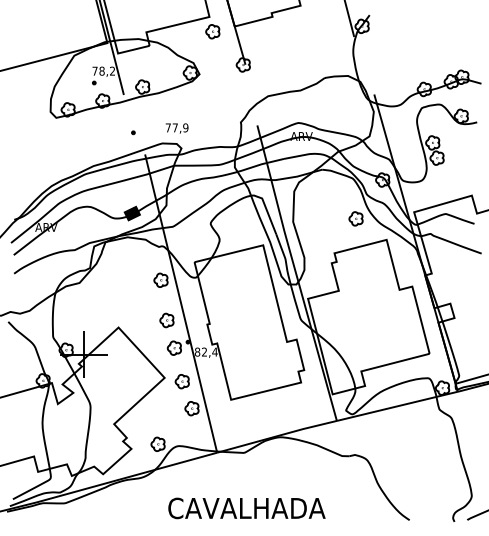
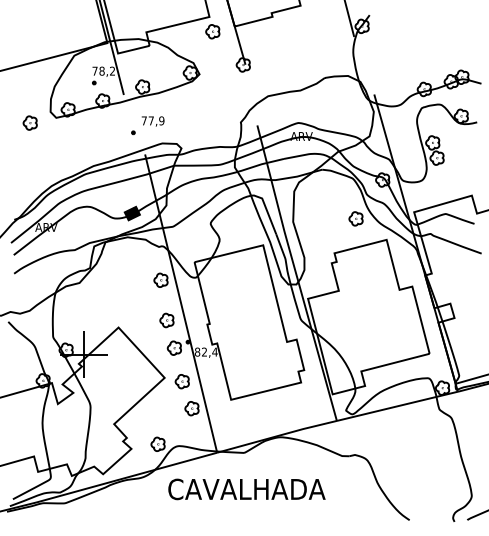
part at (29, 122): none -> present
text at (176, 128) position: (176, 128) -> (152, 121)
text at (246, 508) position: (246, 508) -> (246, 489)
